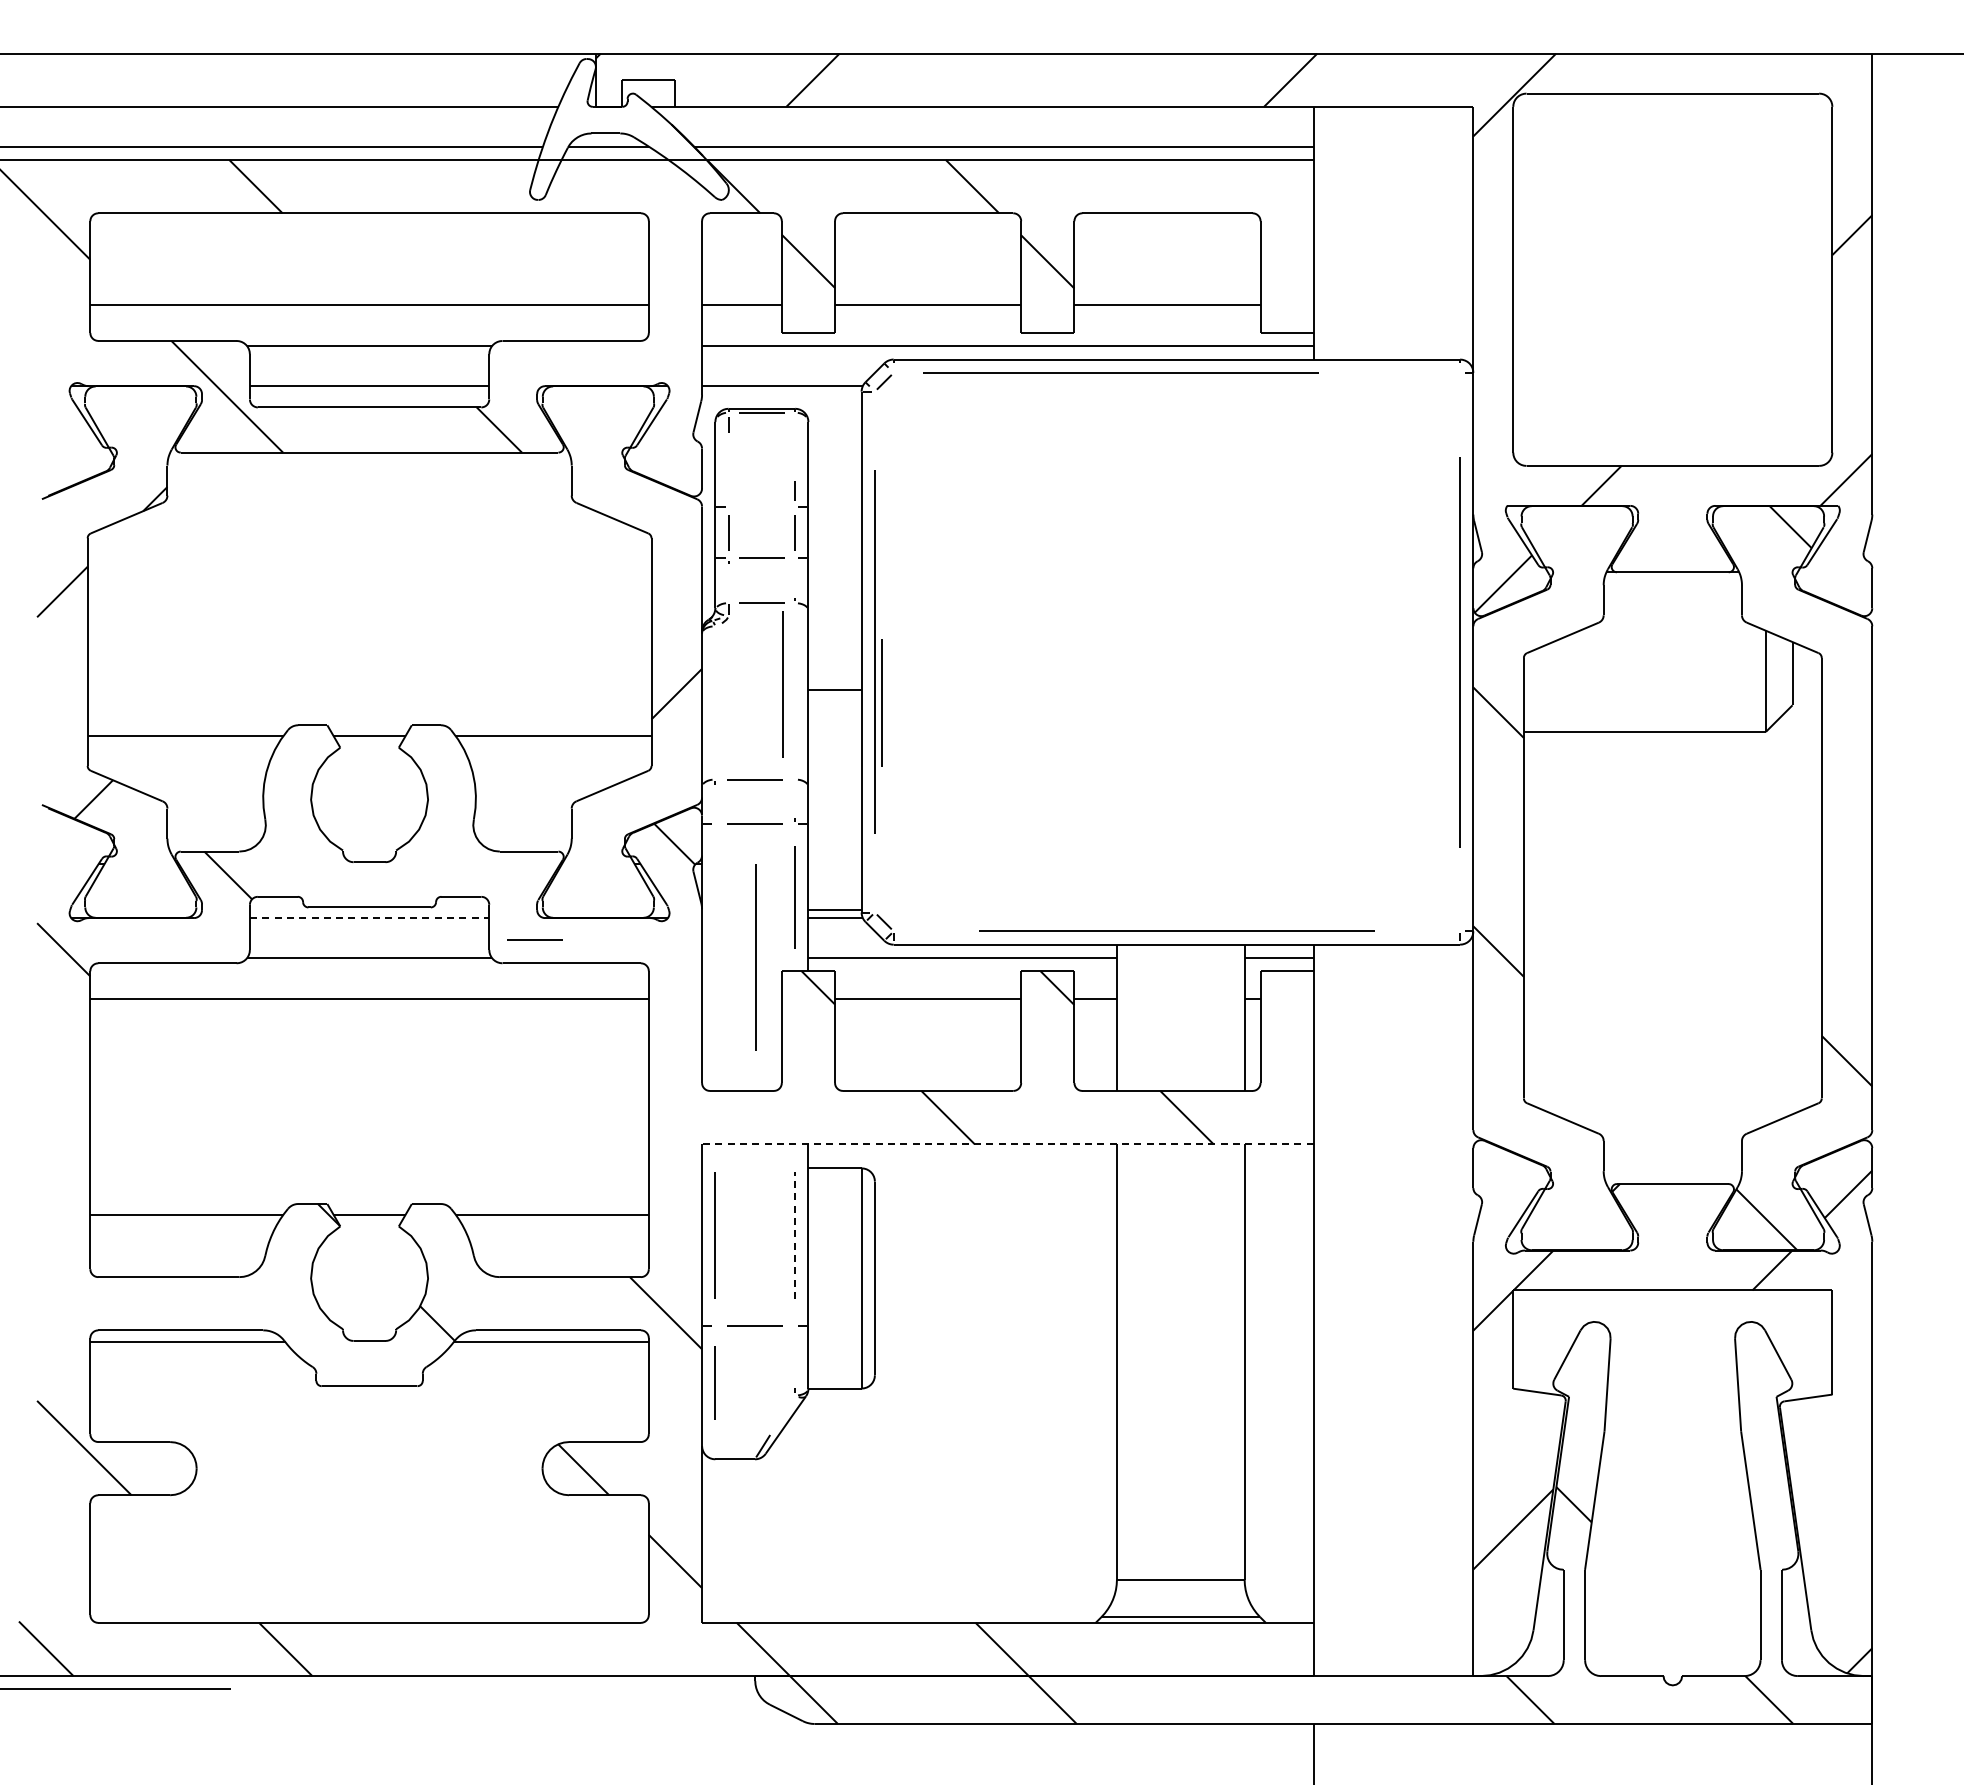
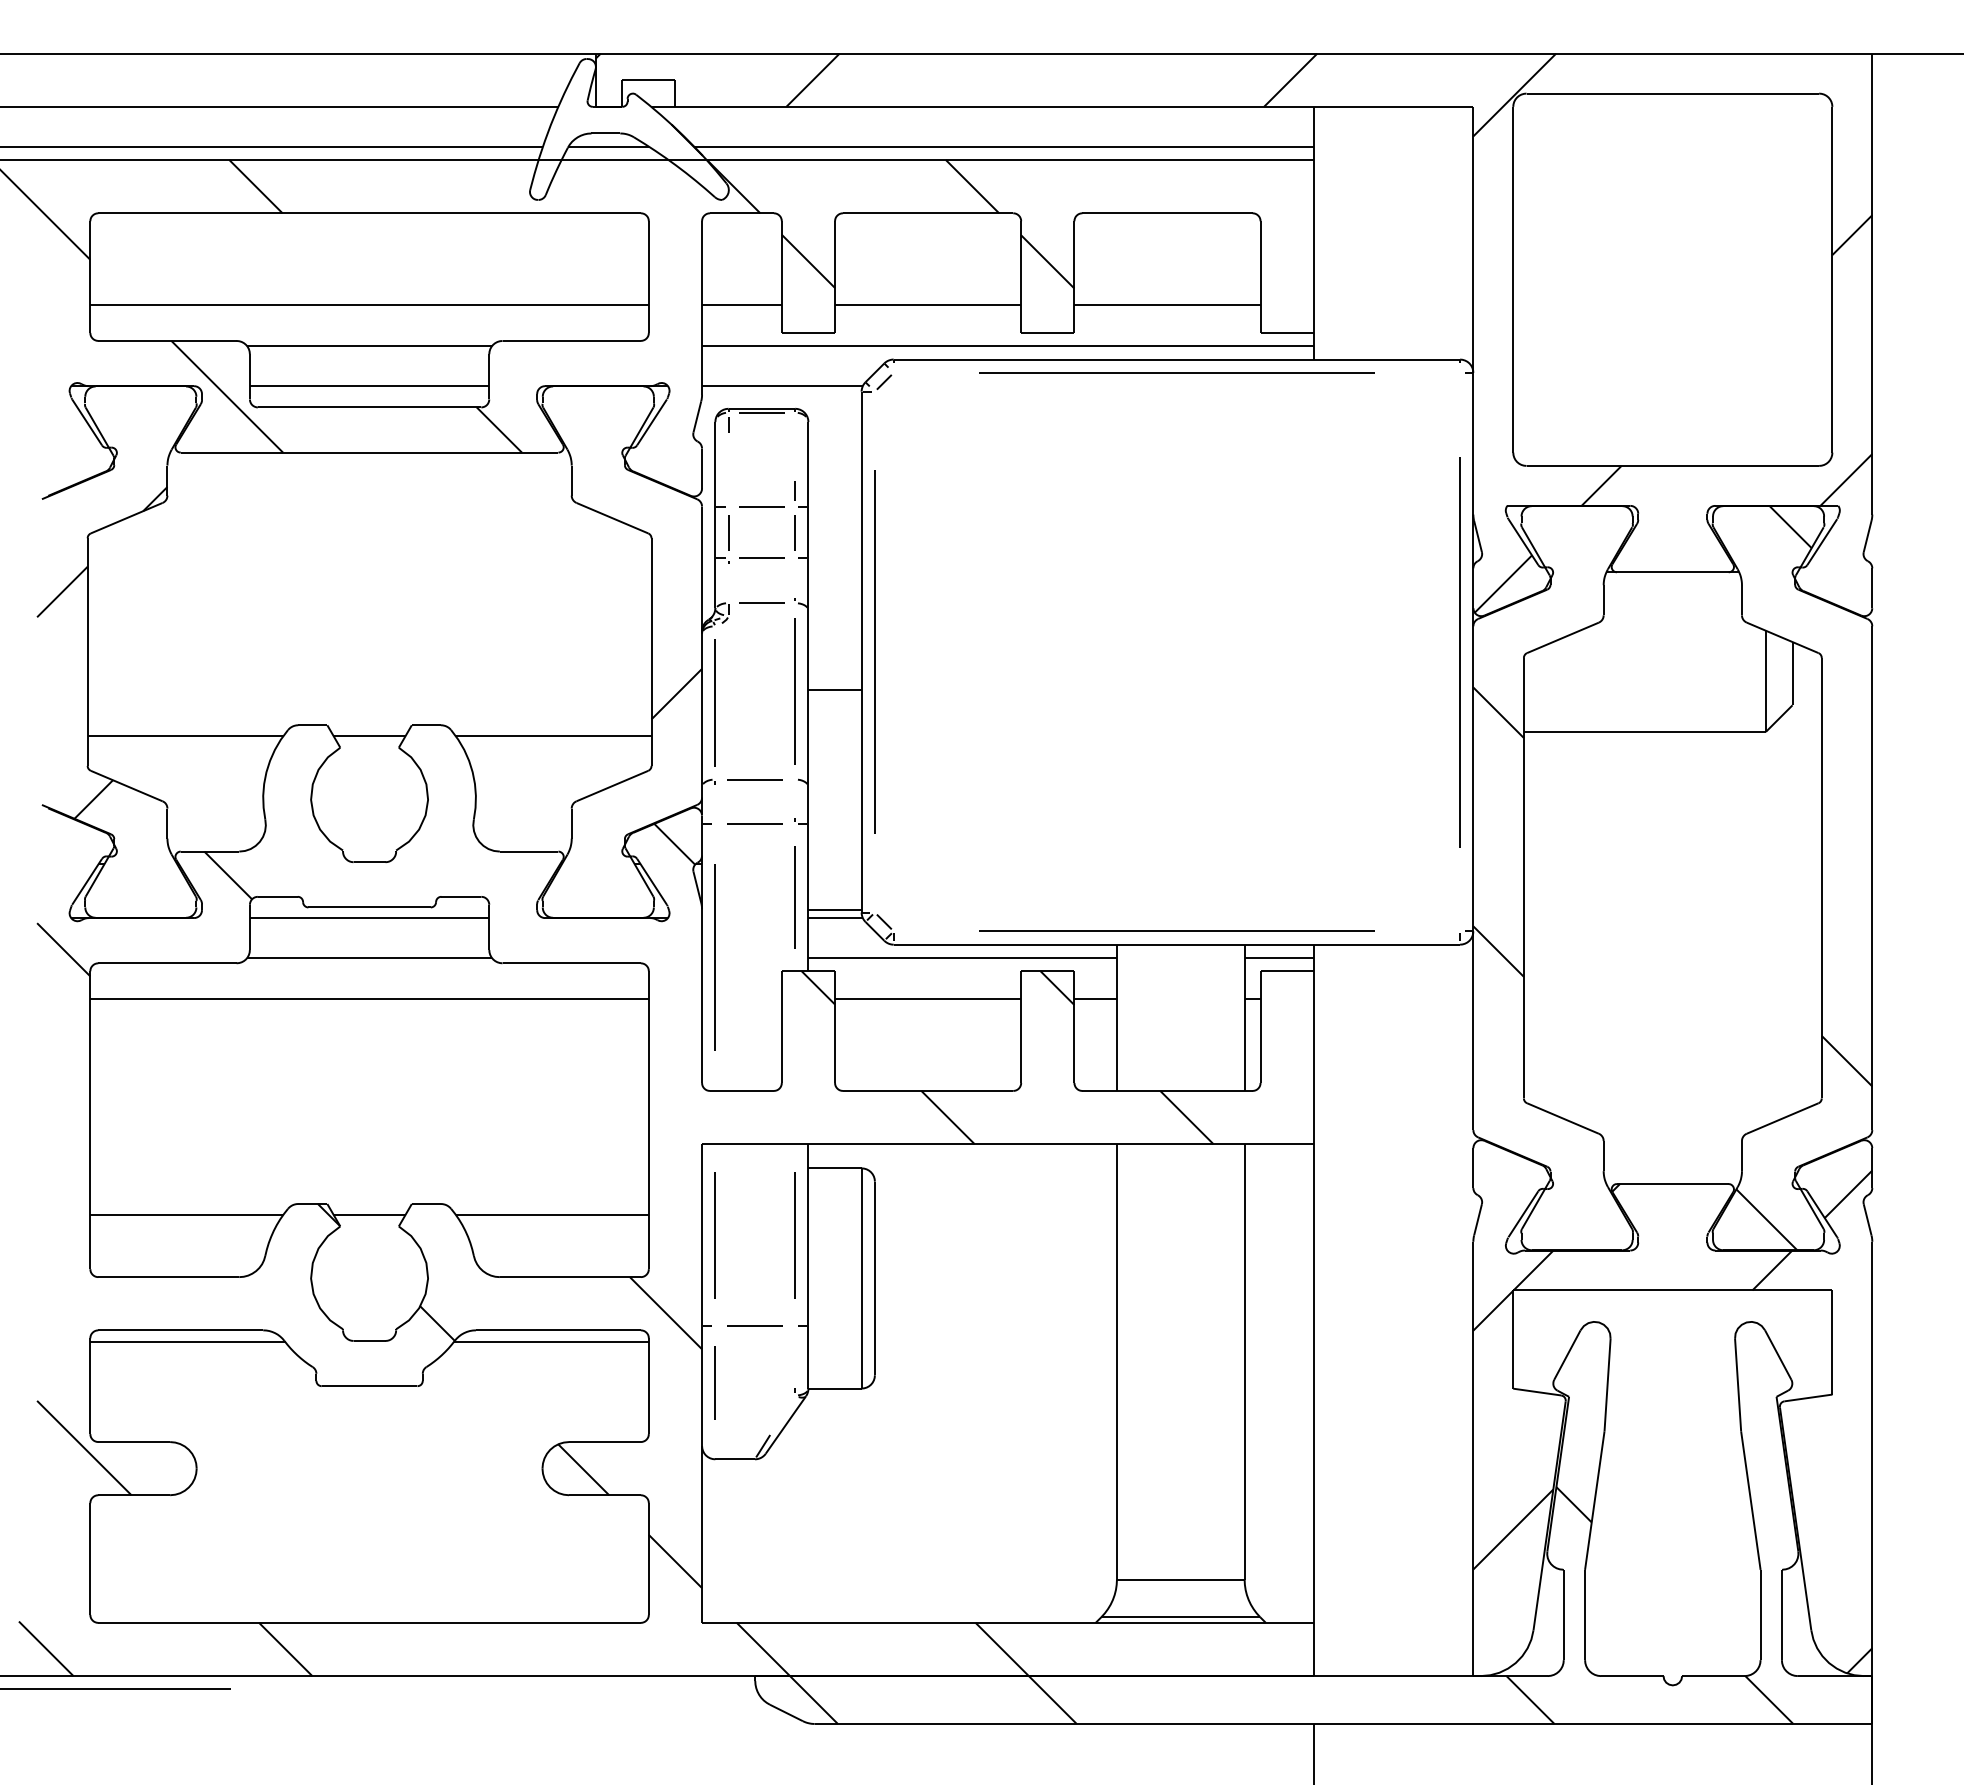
line at (1120, 372) position: (1120, 372) -> (1176, 372)
line at (761, 506): none -> present
line at (782, 684) position: (782, 684) -> (794, 691)
line at (881, 702) position: (881, 702) -> (714, 702)
line at (369, 918): dashed -> solid
line at (534, 939): present -> none
line at (755, 957) position: (755, 957) -> (714, 957)
line at (1007, 1144): dashed -> solid
line at (795, 1235): dashed -> solid
